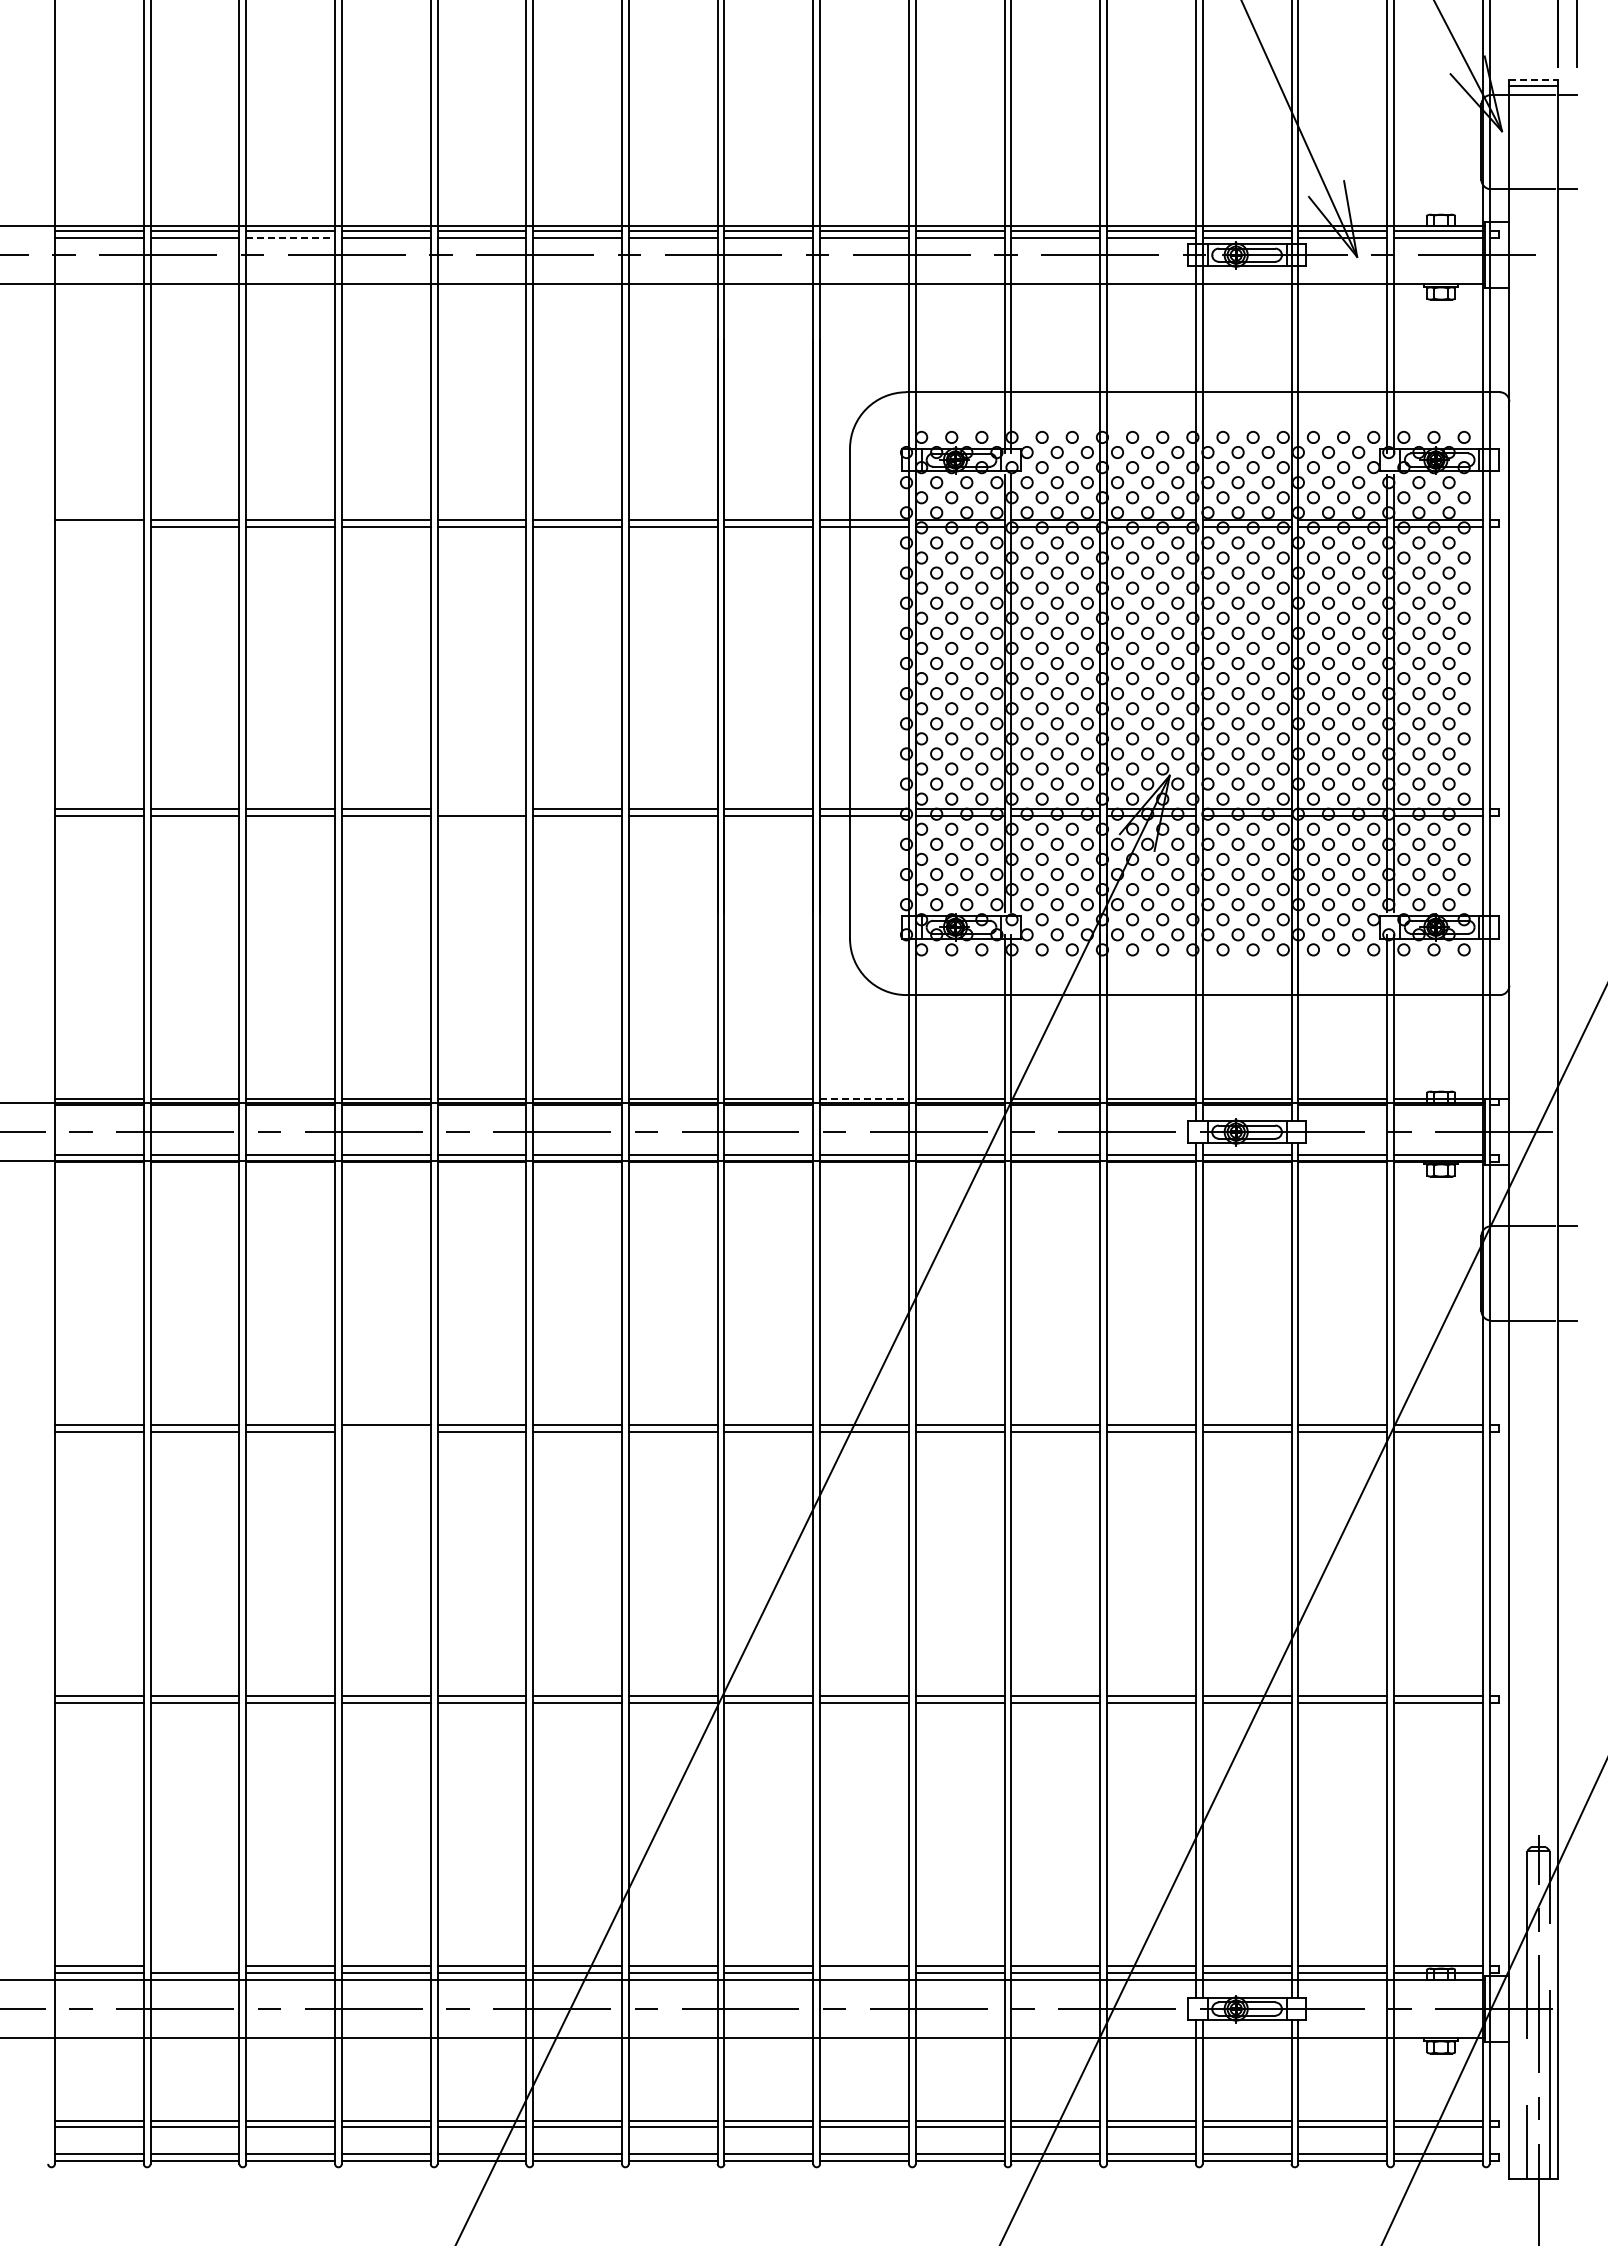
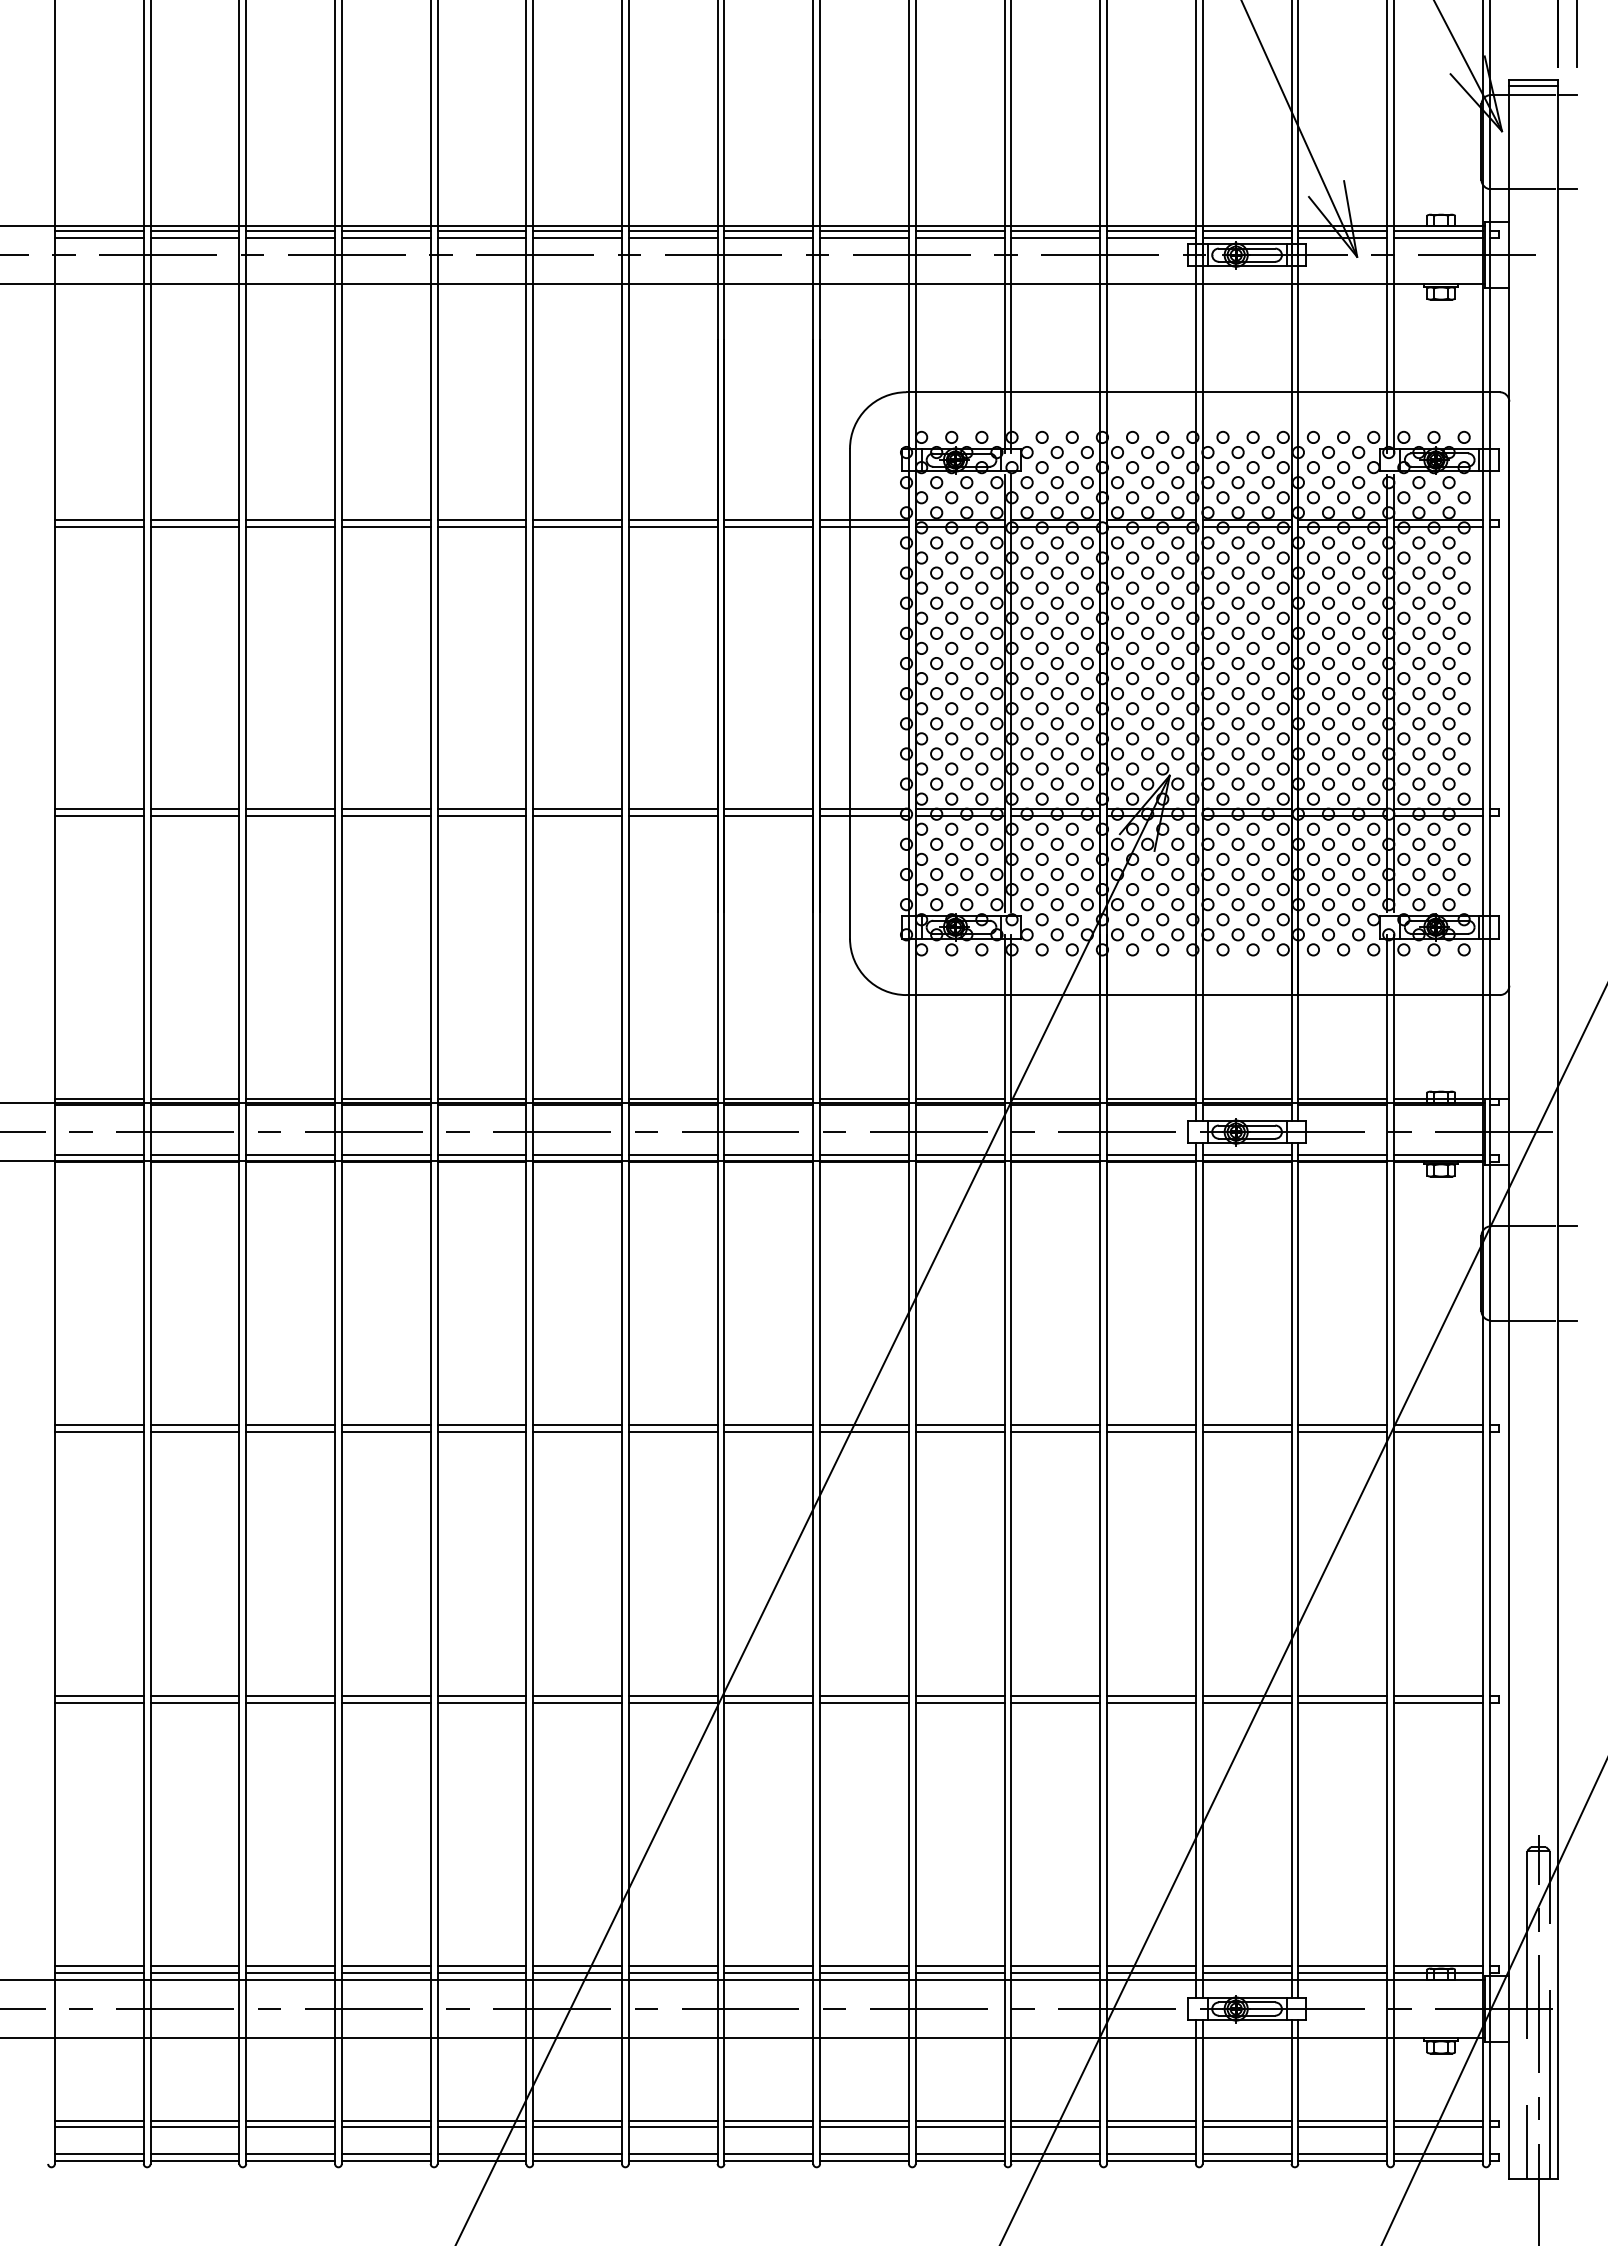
line at (1534, 80): dashed -> solid
line at (291, 237): dashed -> solid
line at (98, 527): none -> present
line at (481, 809): none -> present
line at (865, 1098): dashed -> solid
line at (385, 1432): none -> present
line at (194, 1966): none -> present
line at (864, 1972): none -> present
